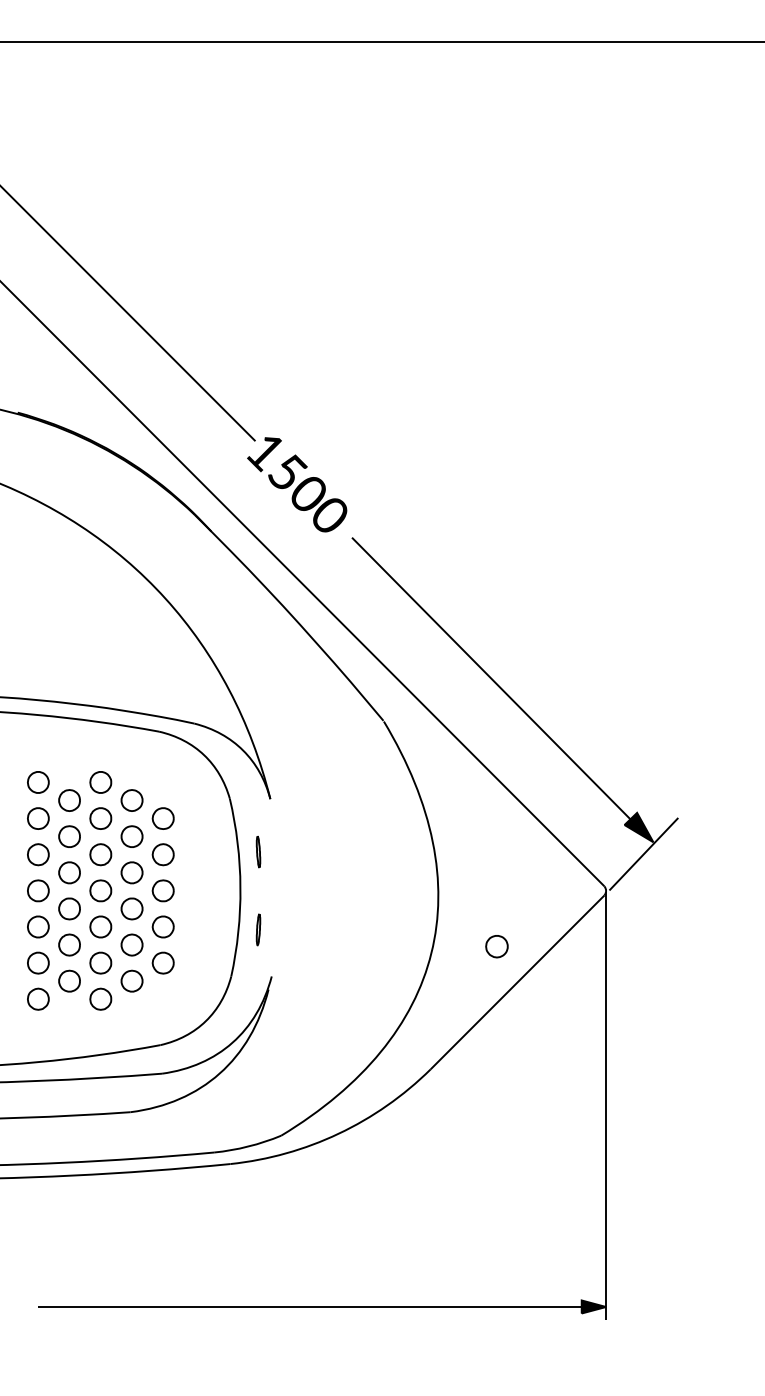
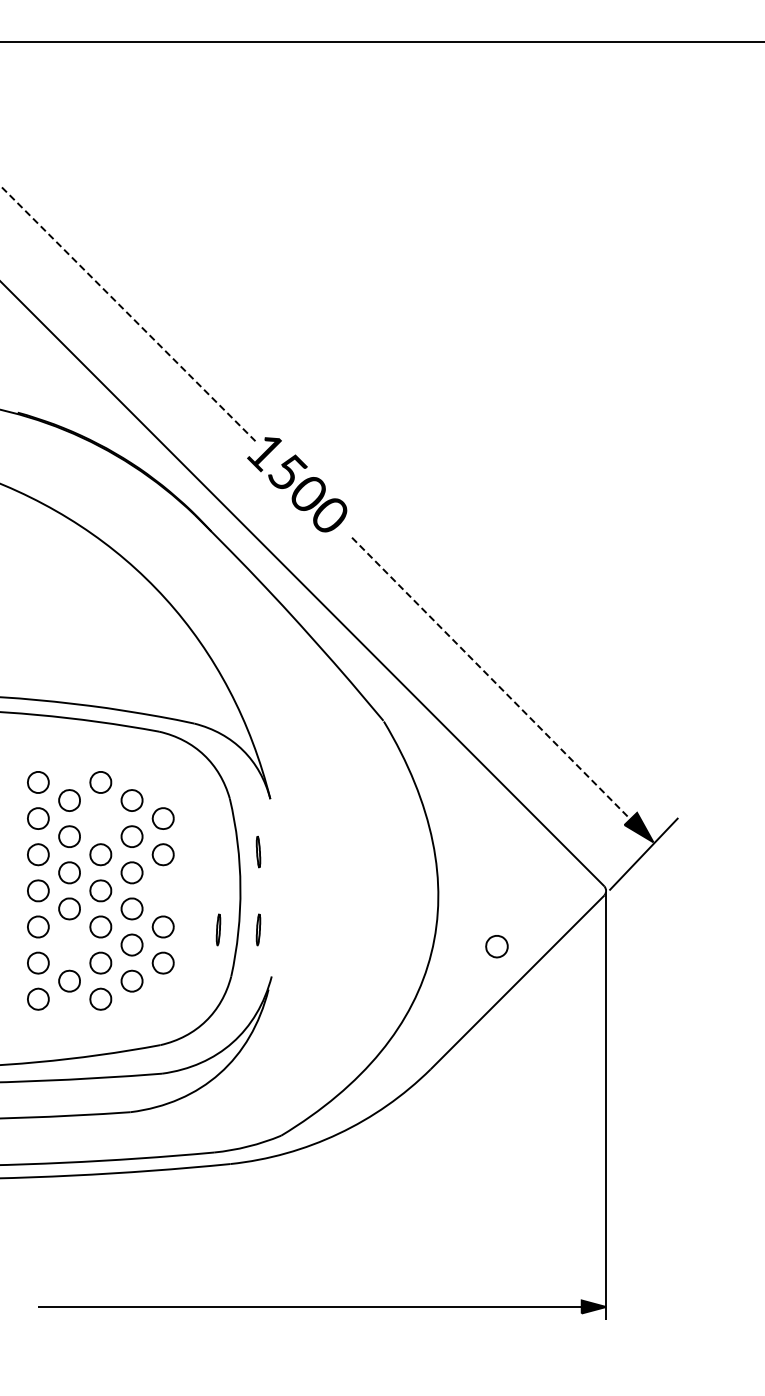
line at (128, 313): solid -> dashed
line at (499, 686): solid -> dashed
part at (100, 818): present -> none
part at (162, 890): present -> none
part at (218, 929): none -> present
part at (69, 944): present -> none
